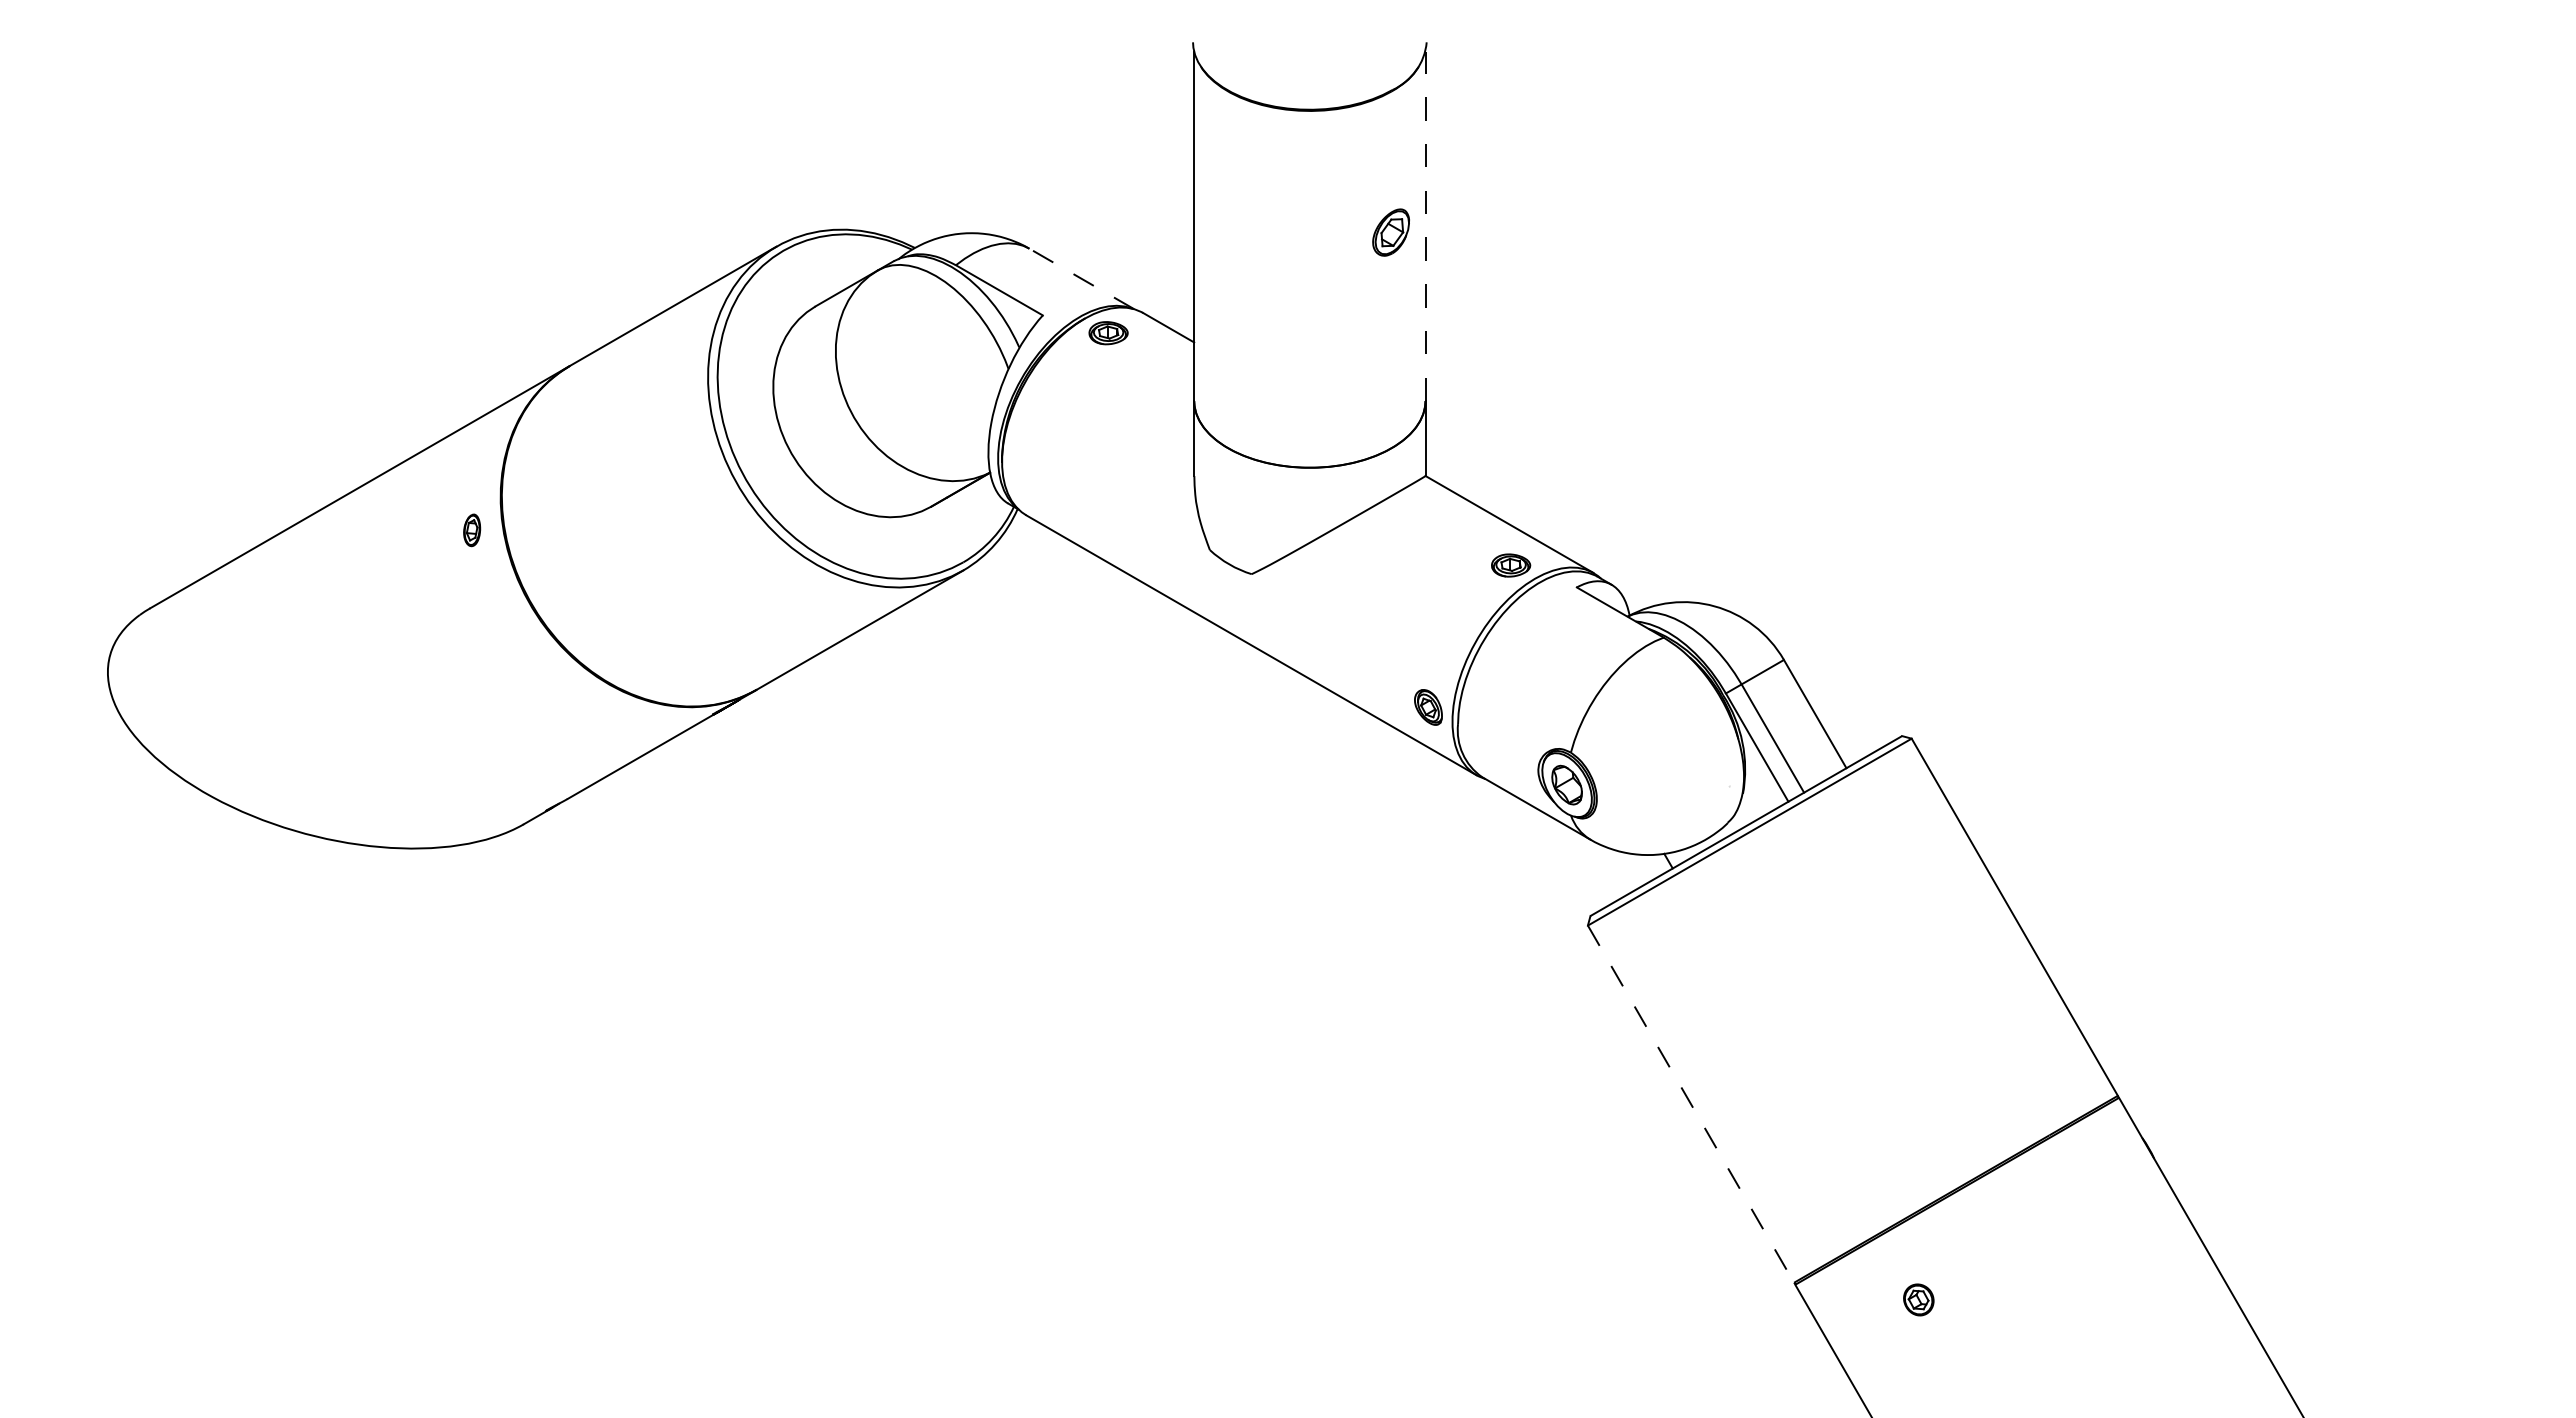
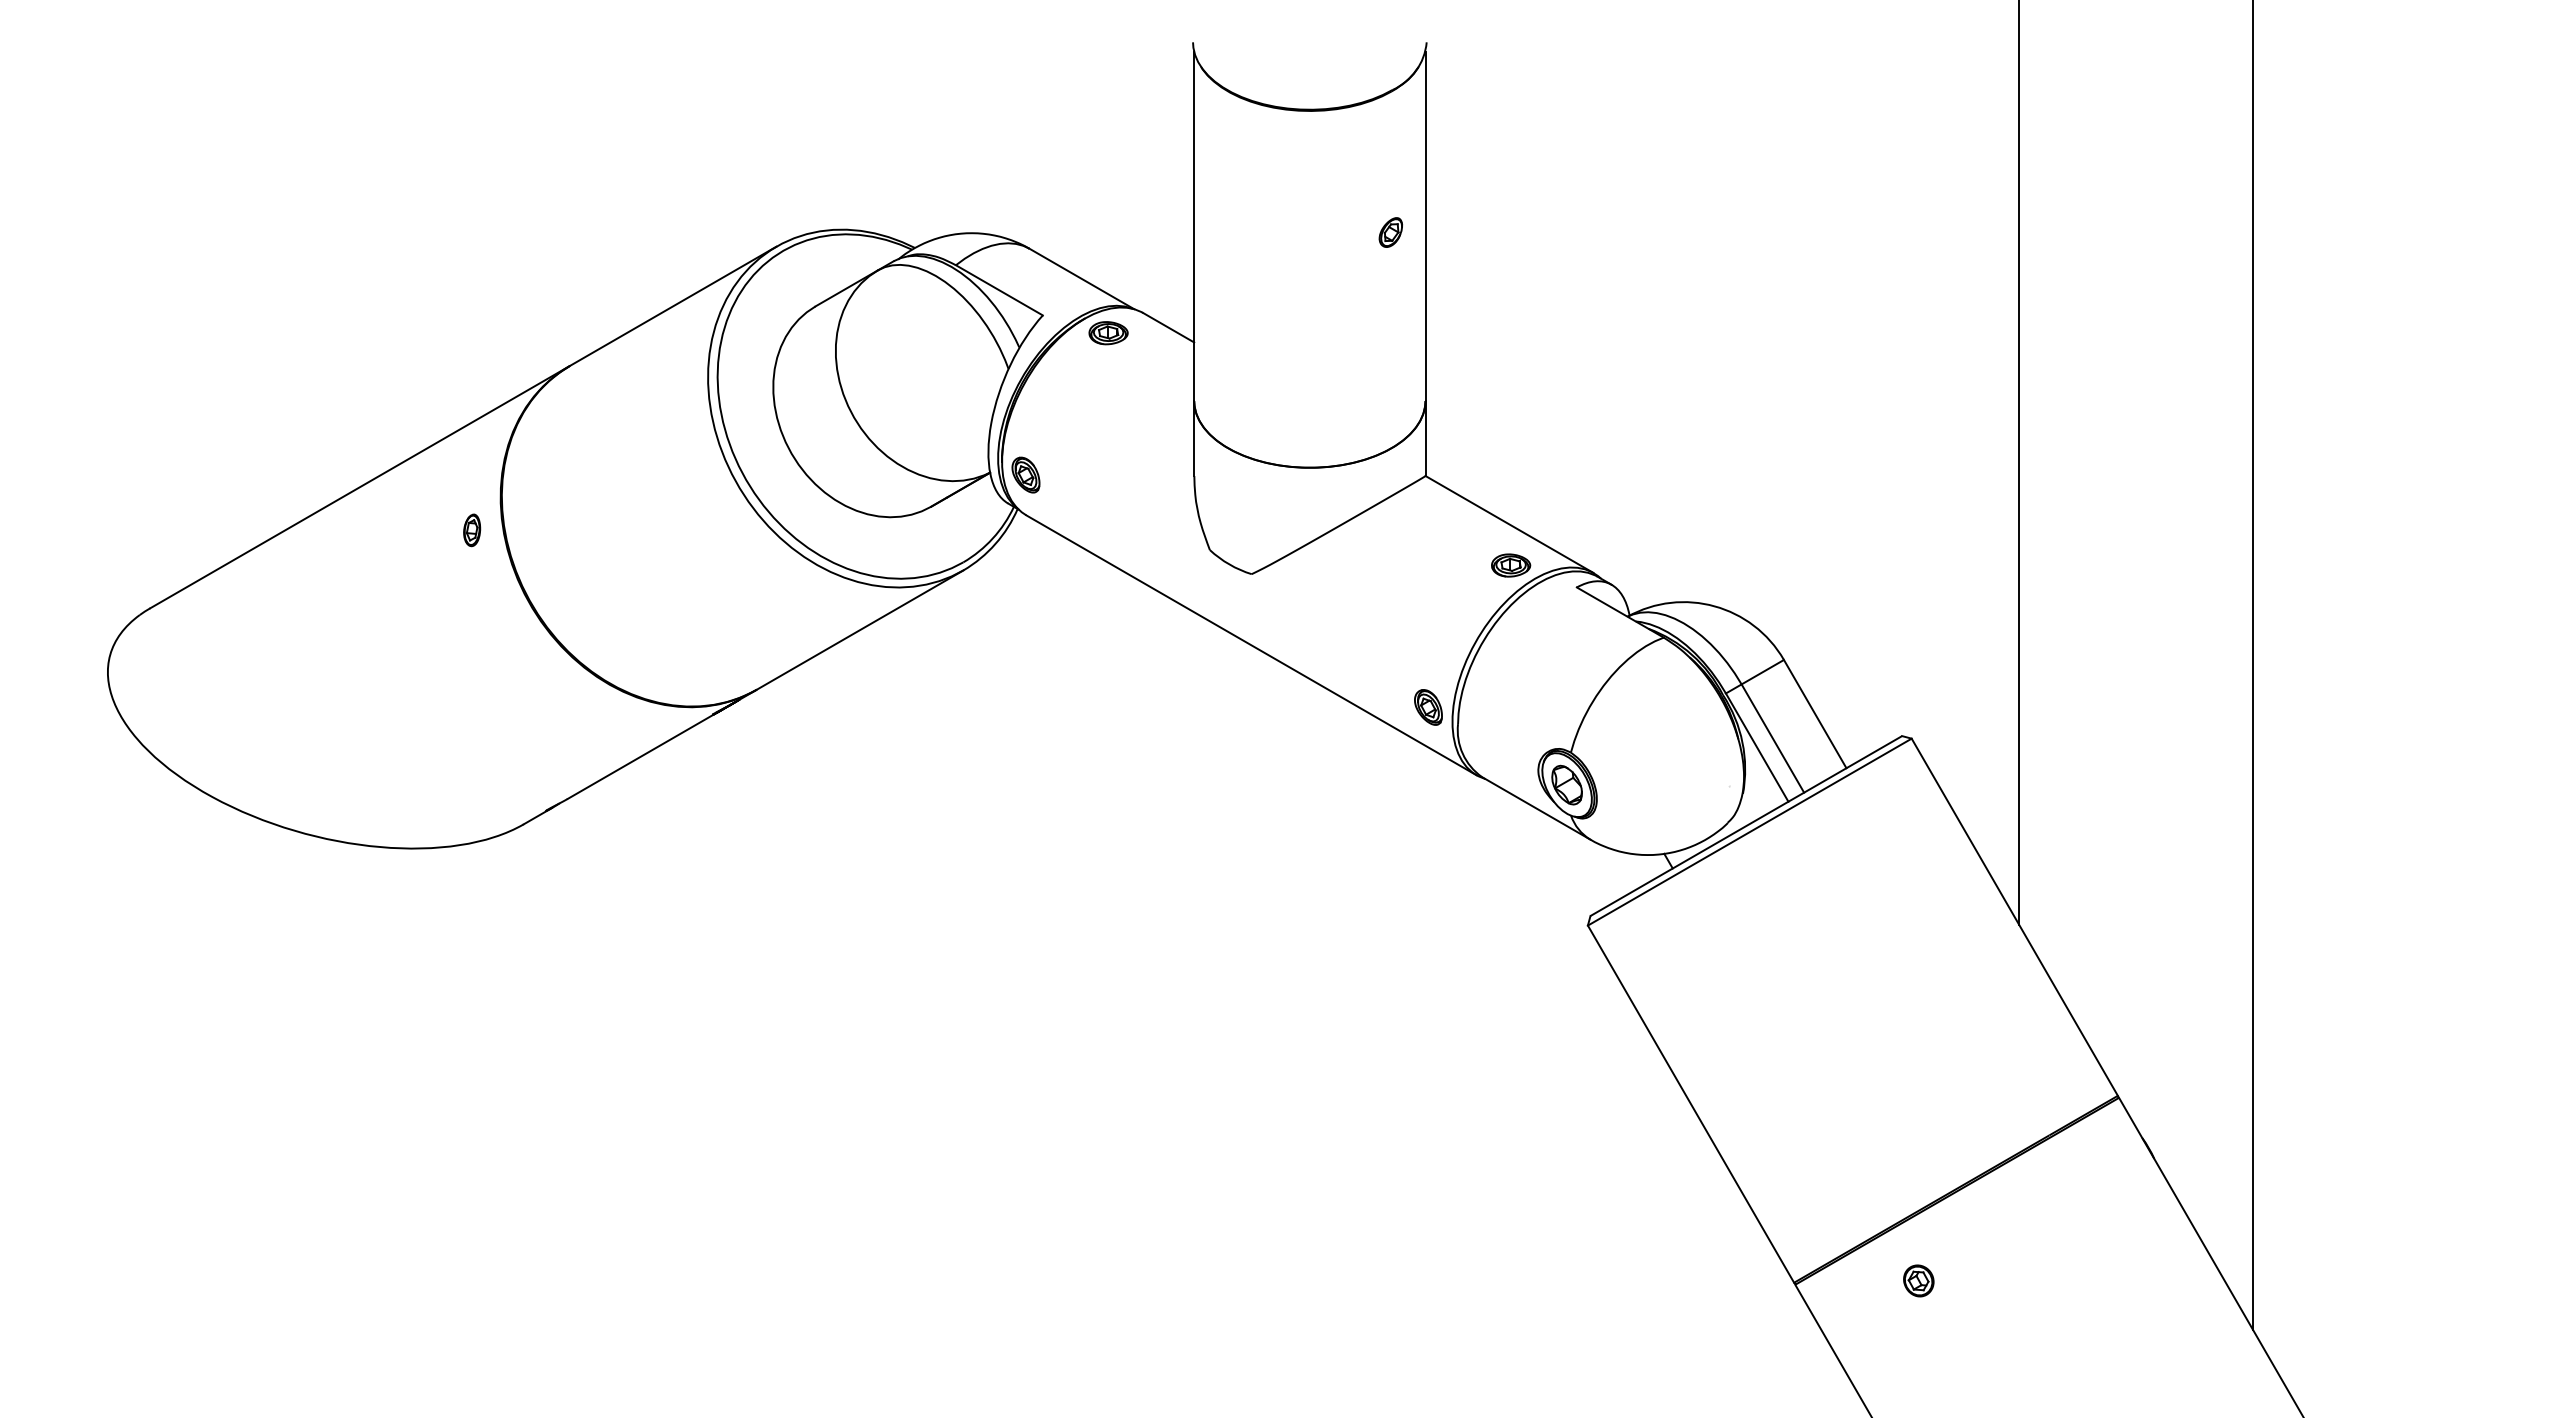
line at (1425, 226): dashed -> solid
part at (1390, 232) size: 38x49 px -> 25x31 px
line at (1081, 278): dashed -> solid
line at (2019, 463): none -> present
part at (1025, 474): none -> present
line at (2252, 665): none -> present
line at (1691, 1104): dashed -> solid
part at (1918, 1299) position: (1918, 1299) -> (1918, 1280)
